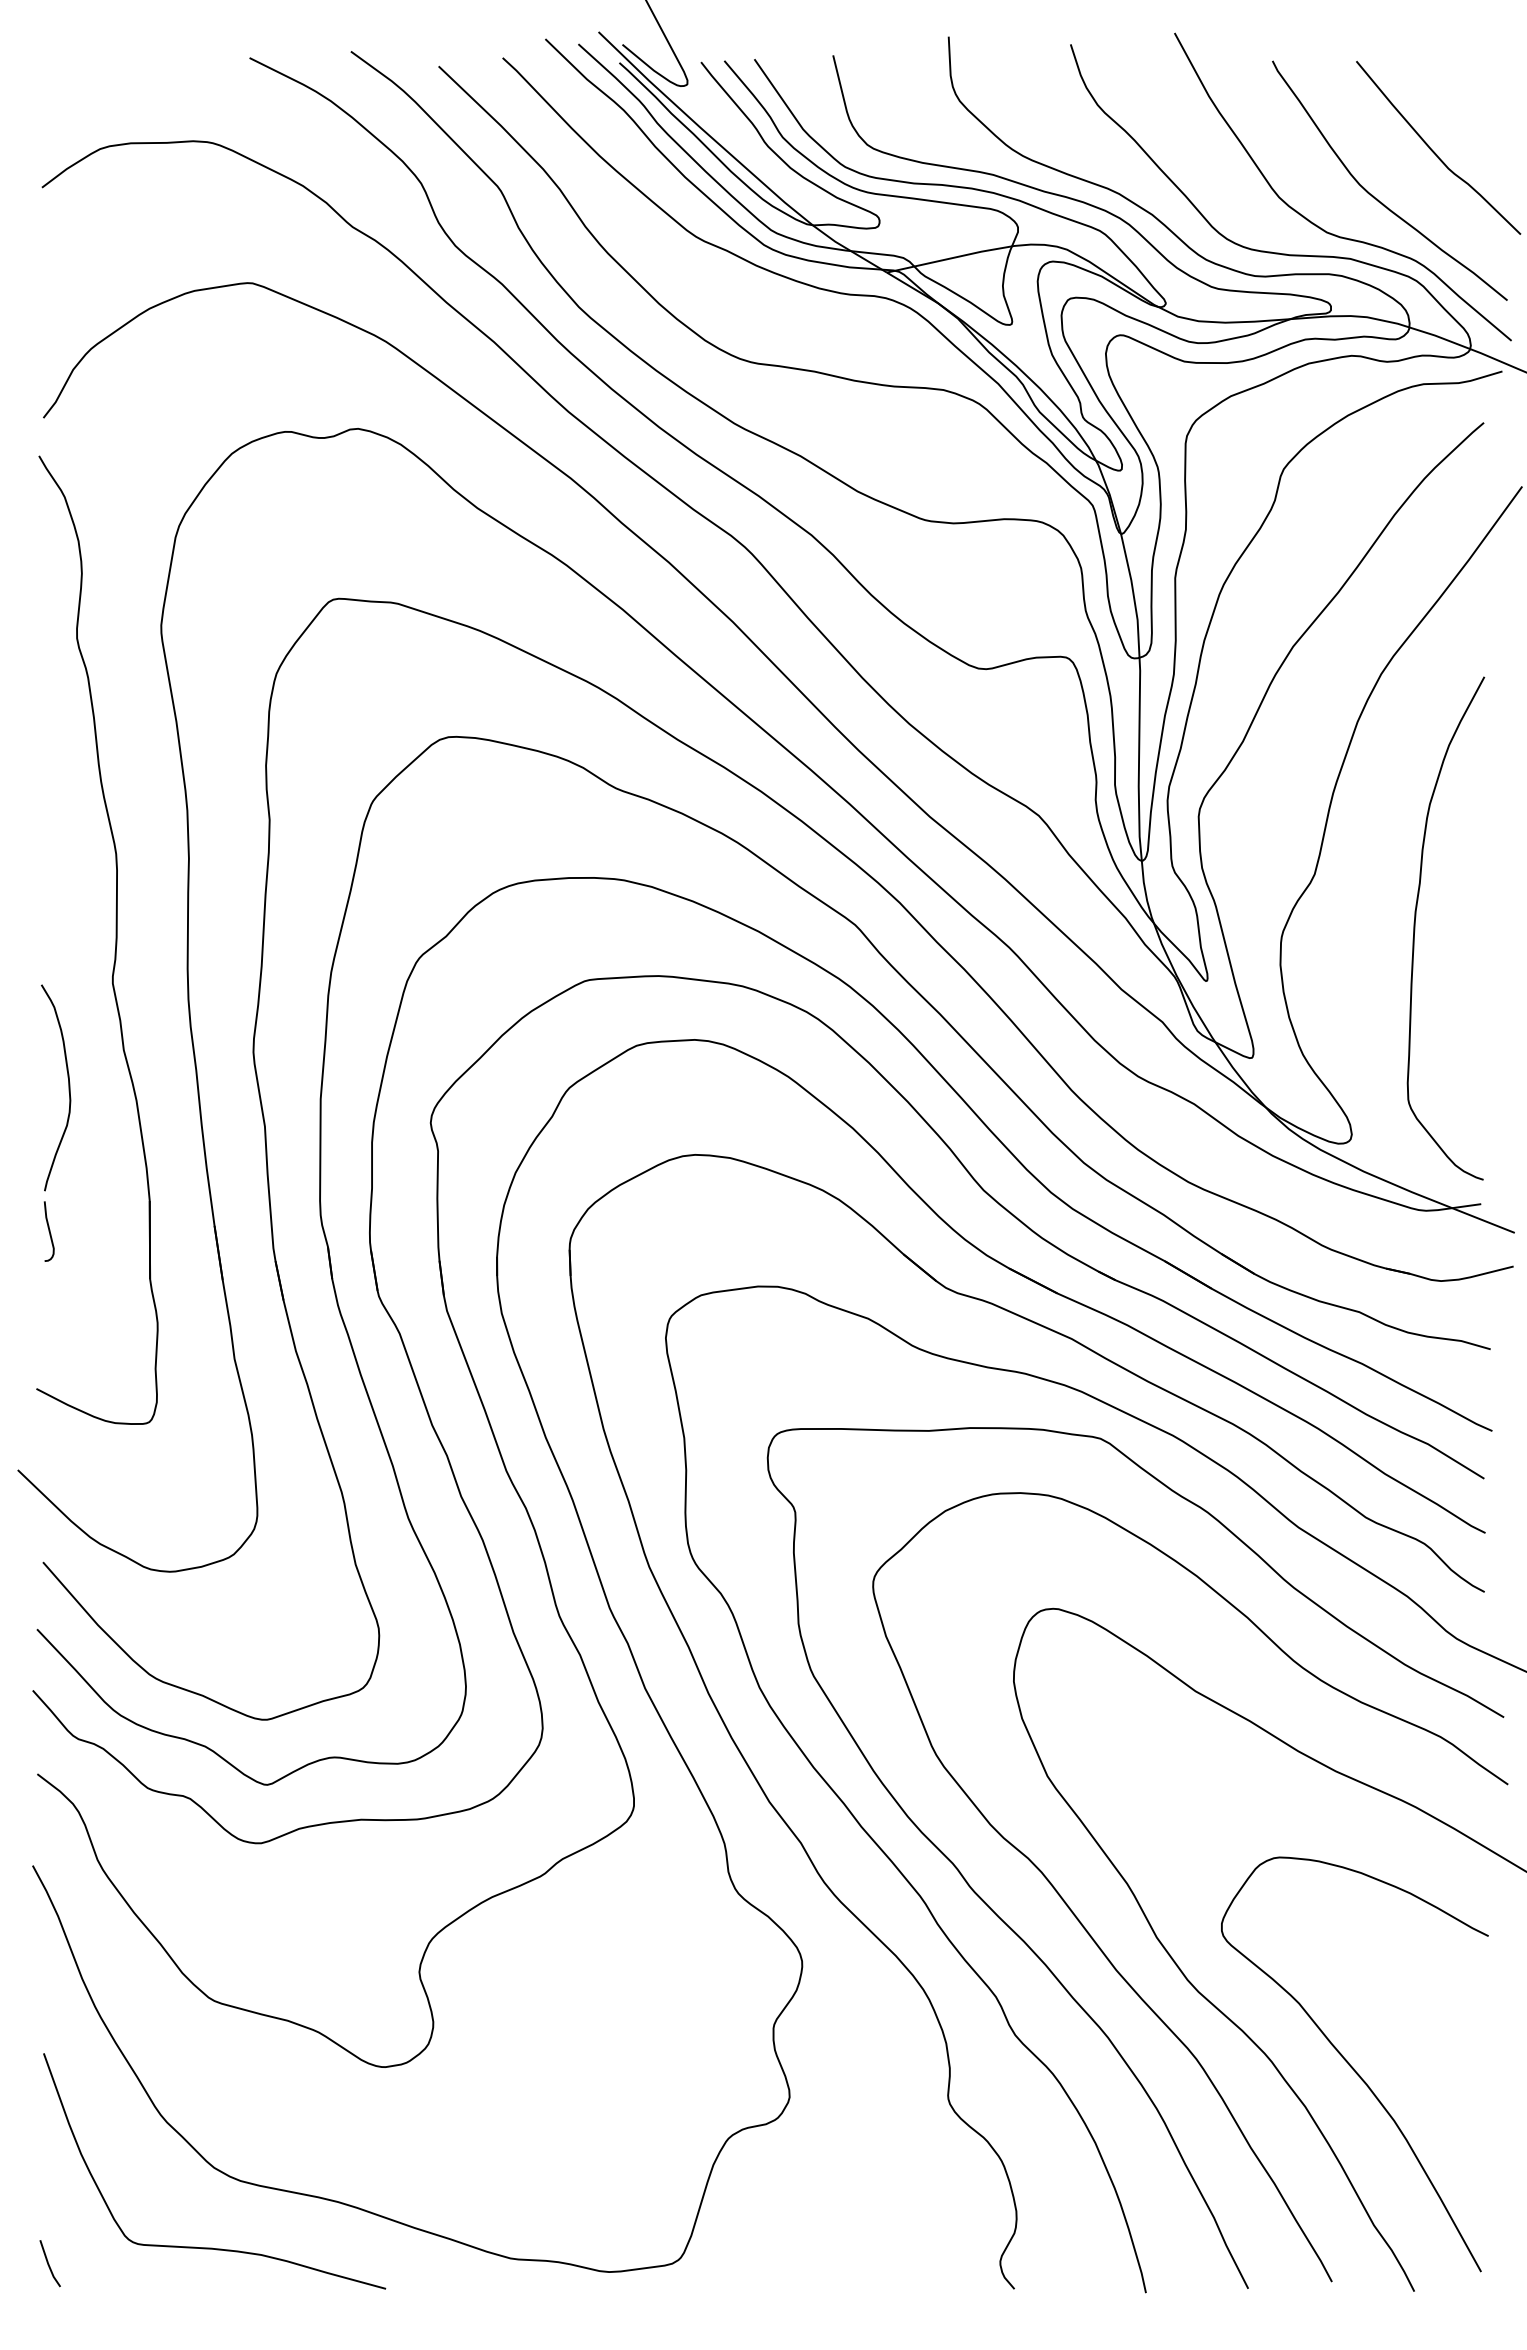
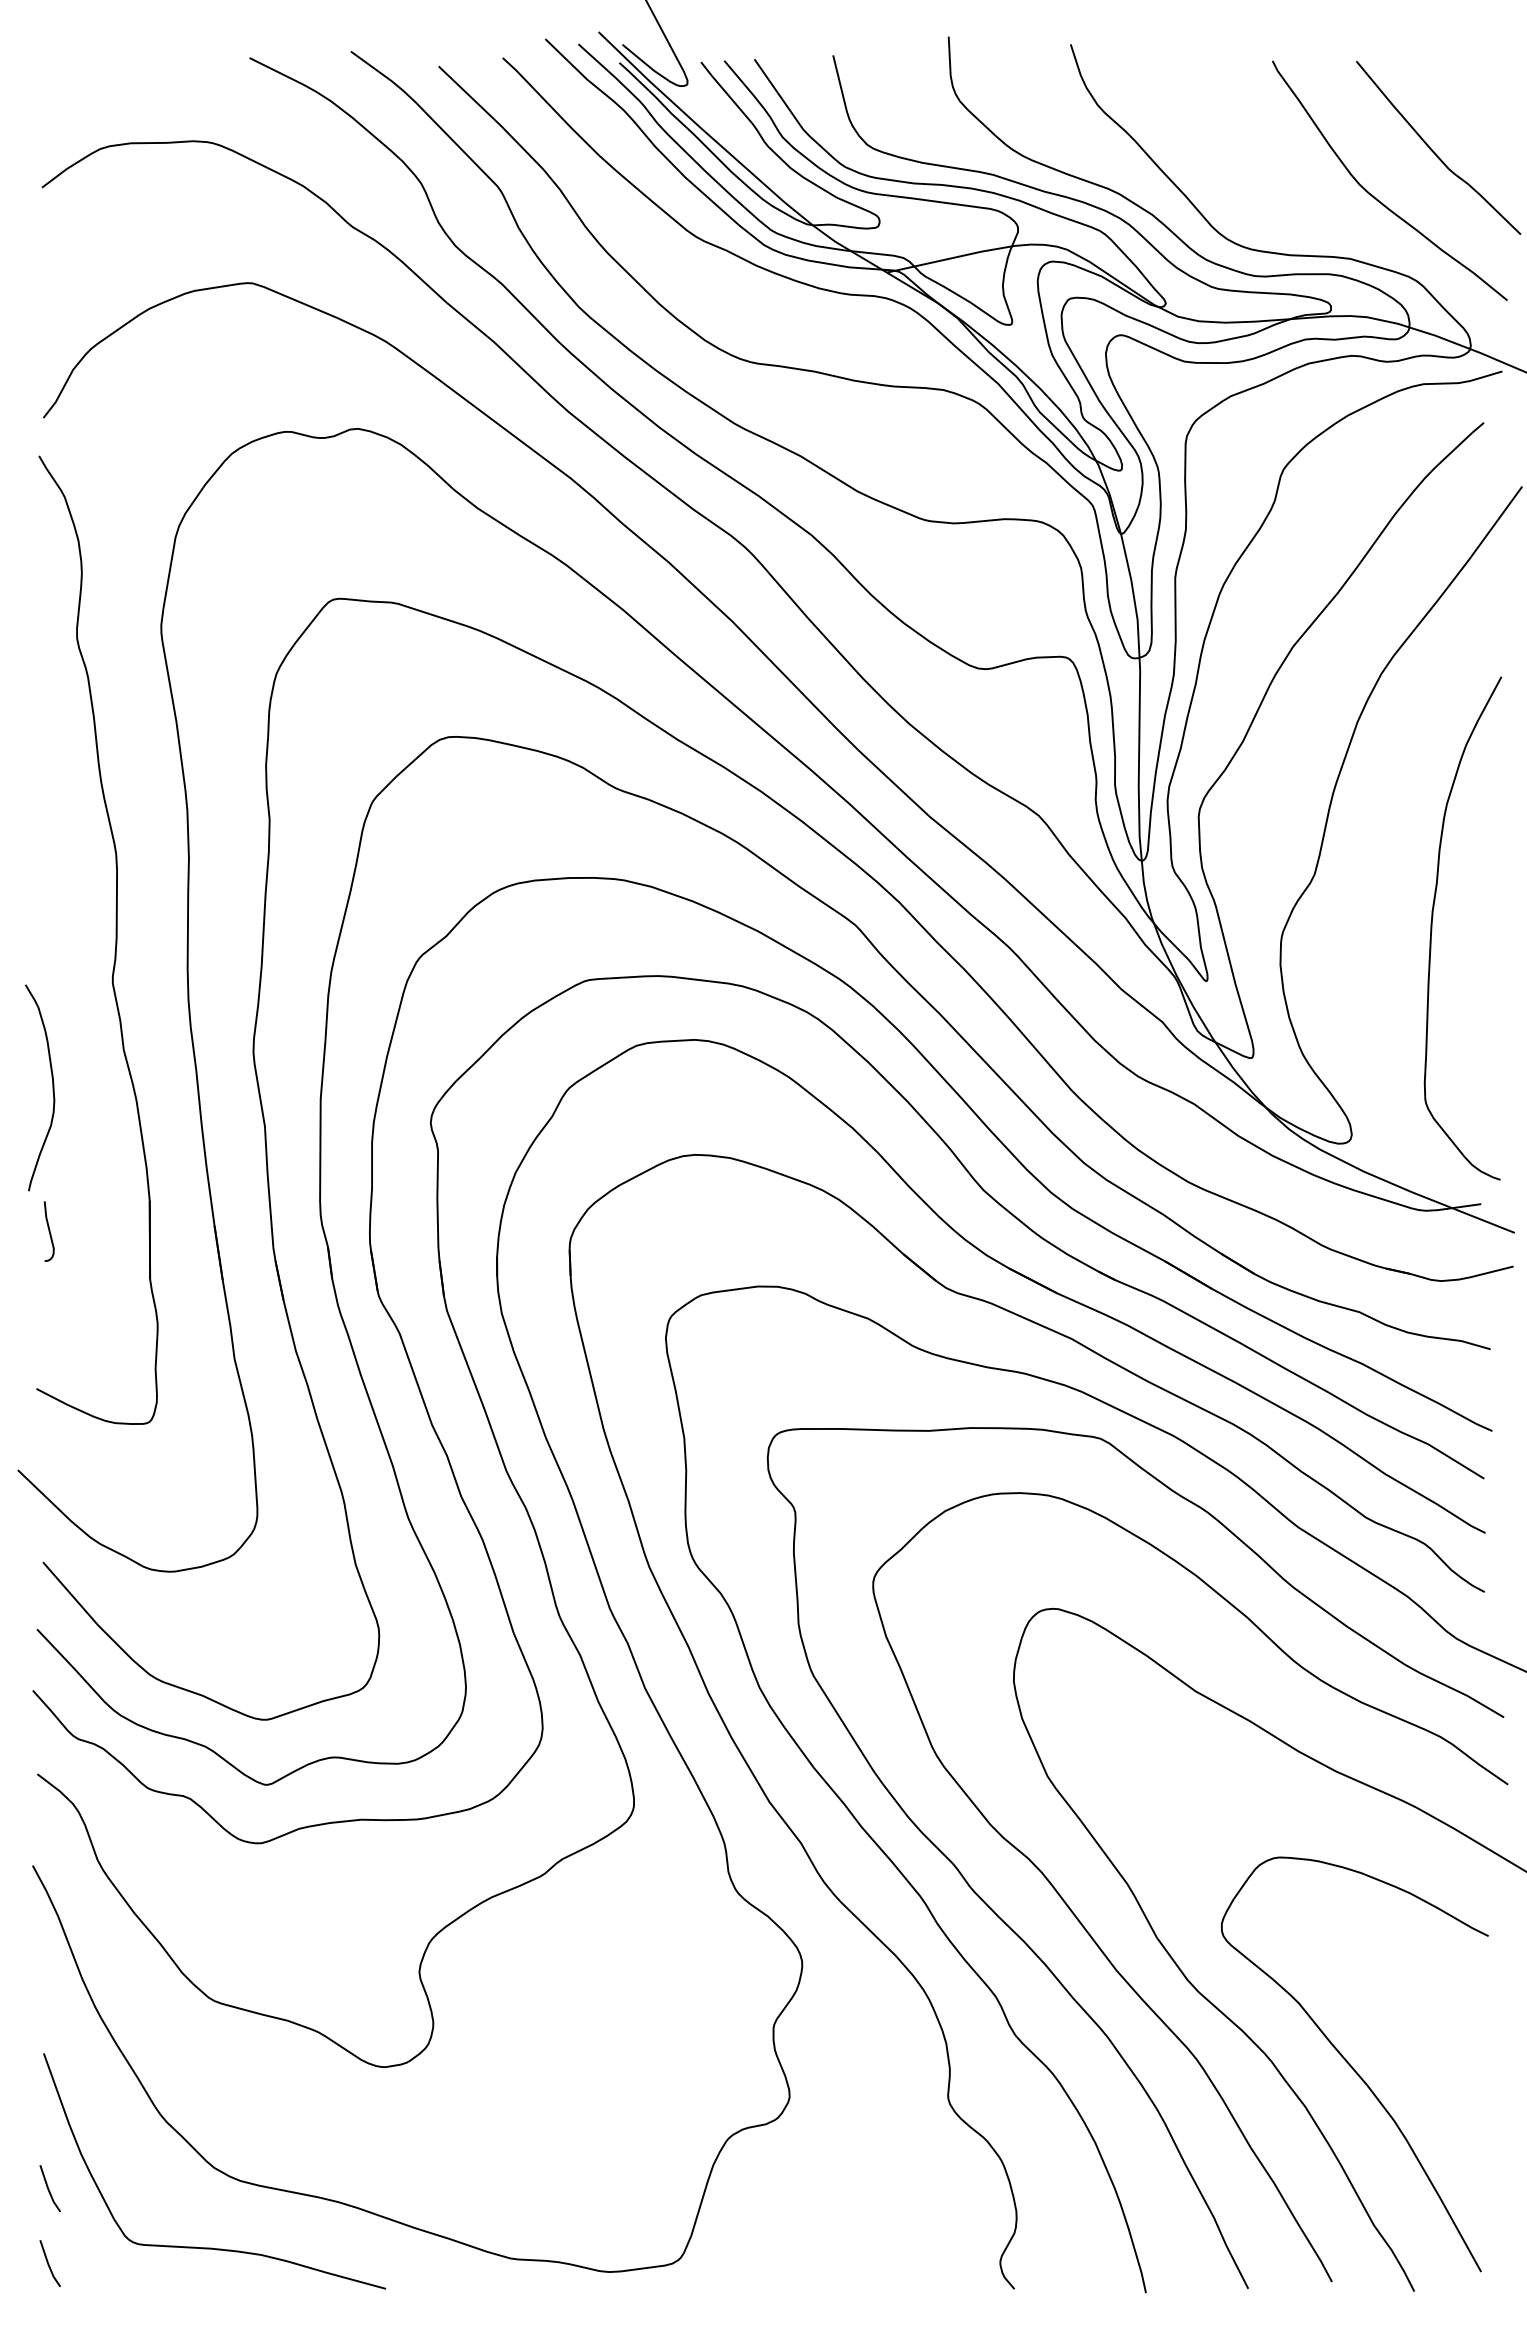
curve at (1316, 224): present -> none
curve at (1415, 928) position: (1415, 928) -> (1432, 928)
curve at (68, 1087) position: (68, 1087) -> (52, 1087)
line at (48, 2188): none -> present
